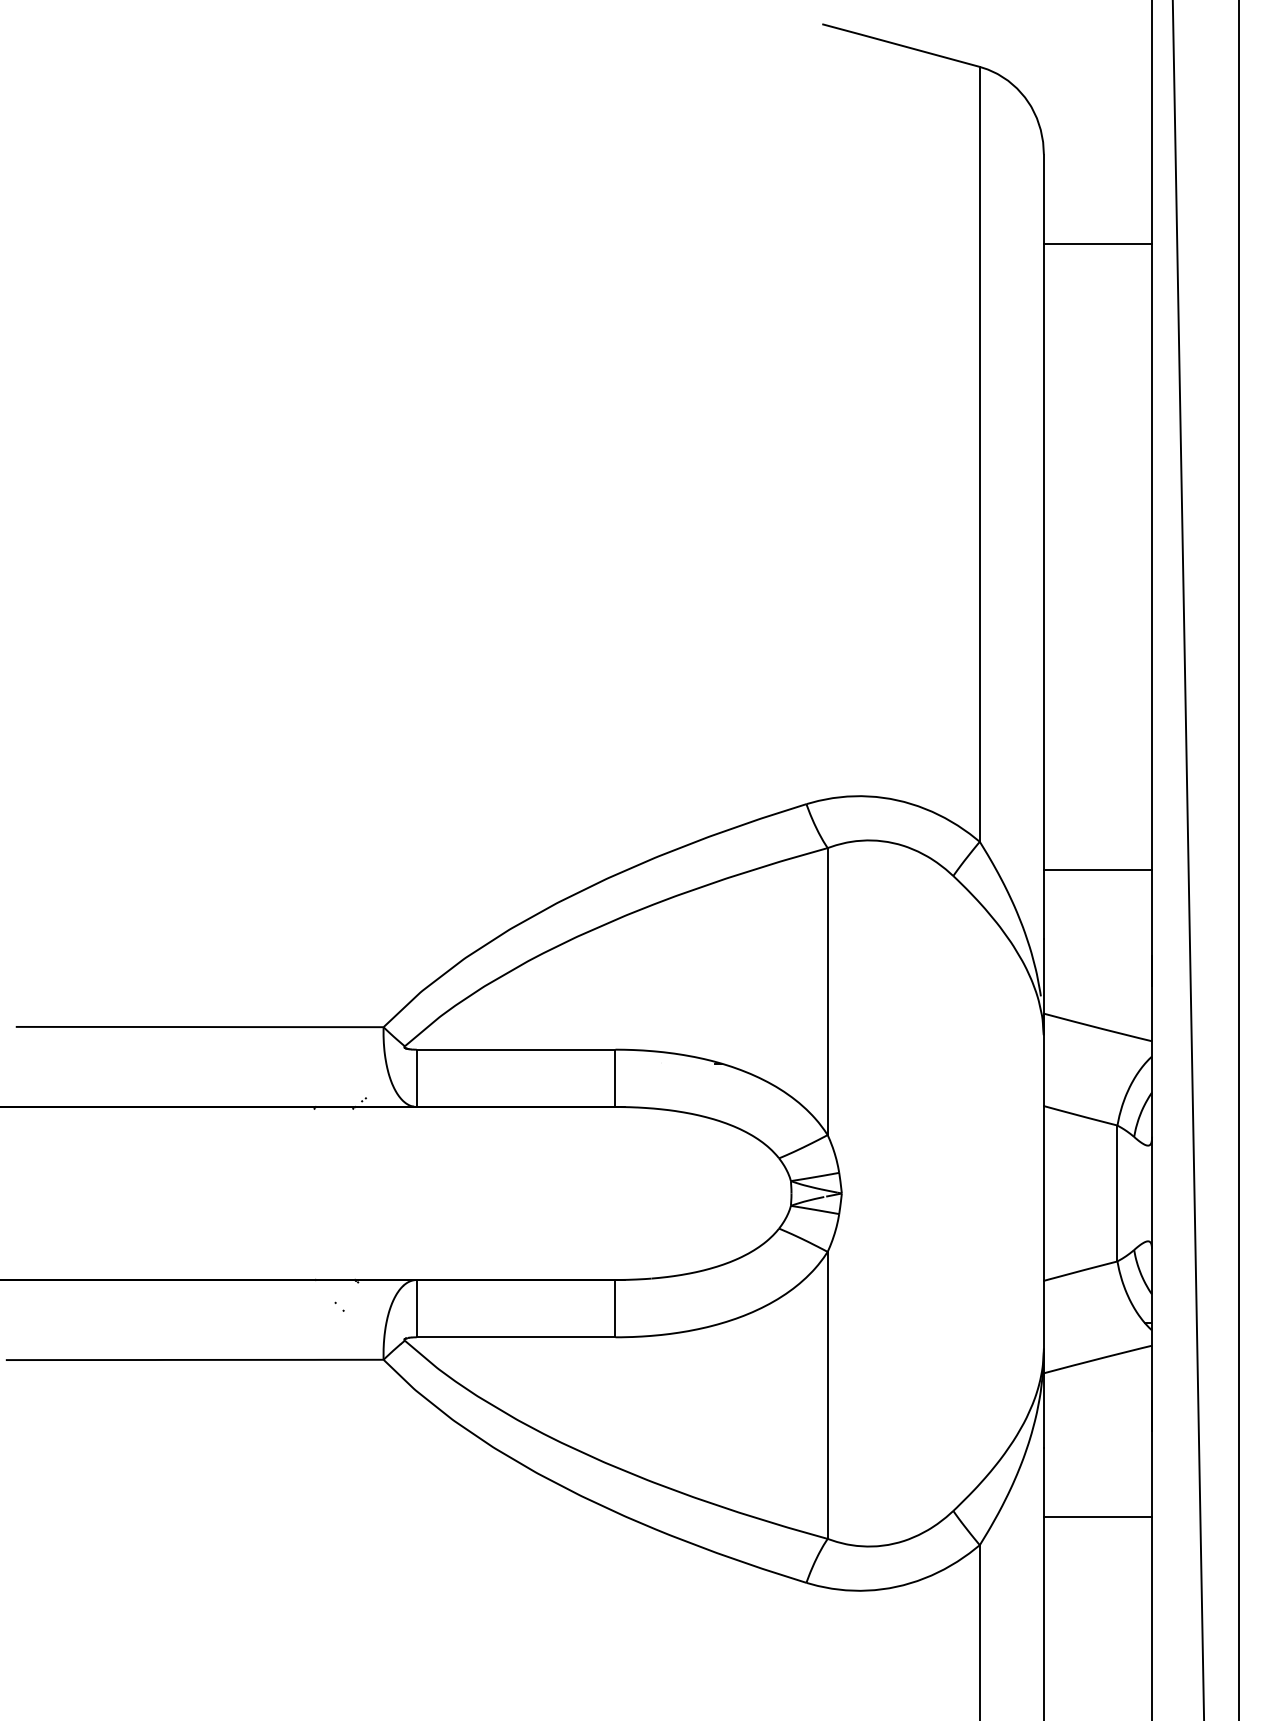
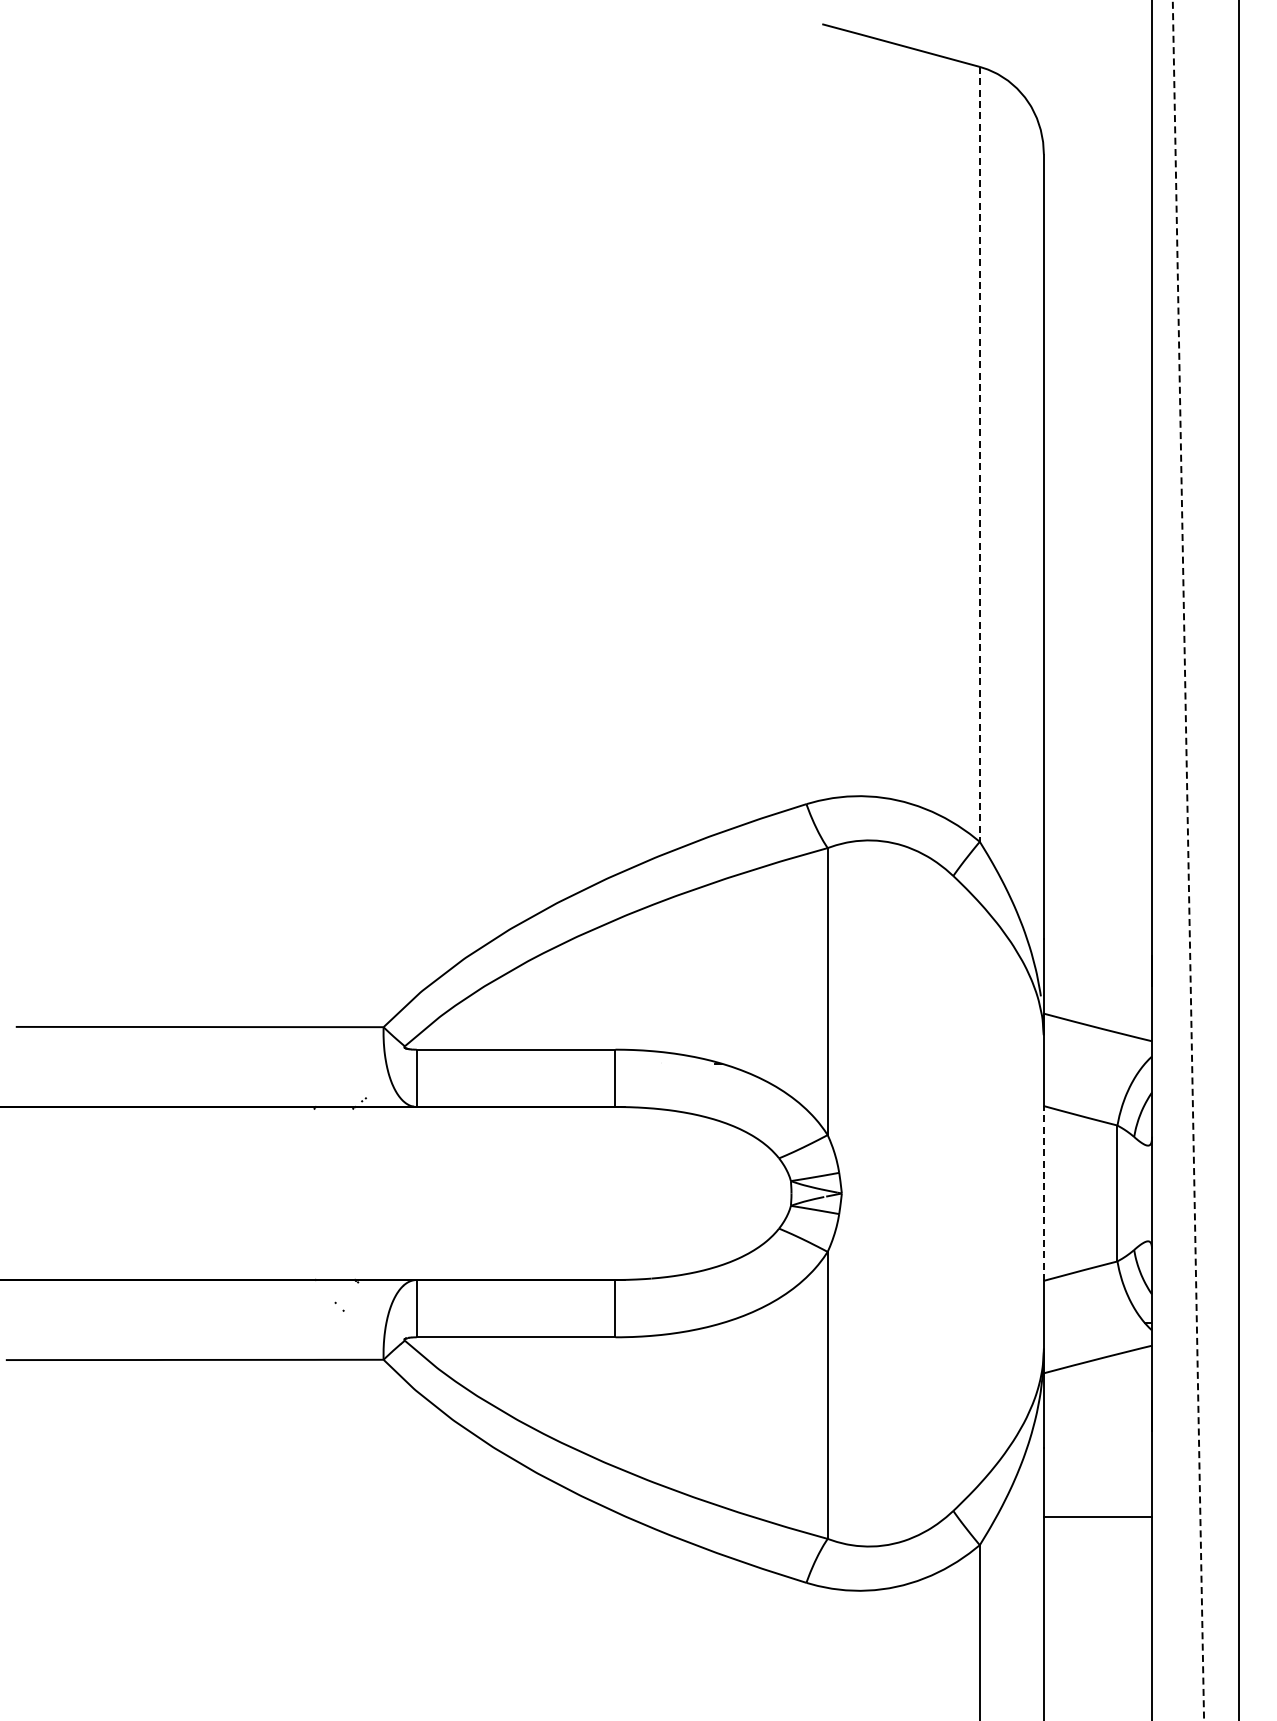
line at (1097, 243): present -> none
line at (979, 454): solid -> dashed
line at (1188, 860): solid -> dashed
line at (1097, 870): present -> none
line at (1043, 1192): solid -> dashed
